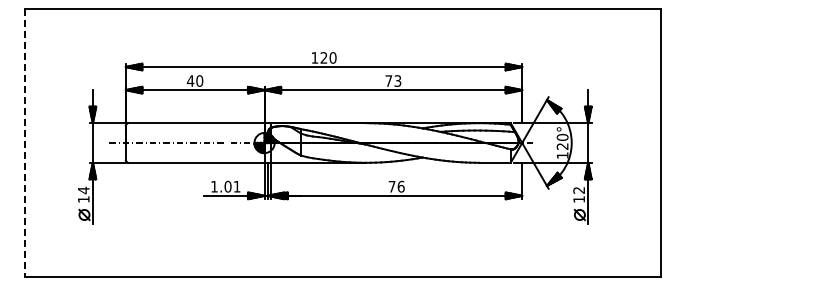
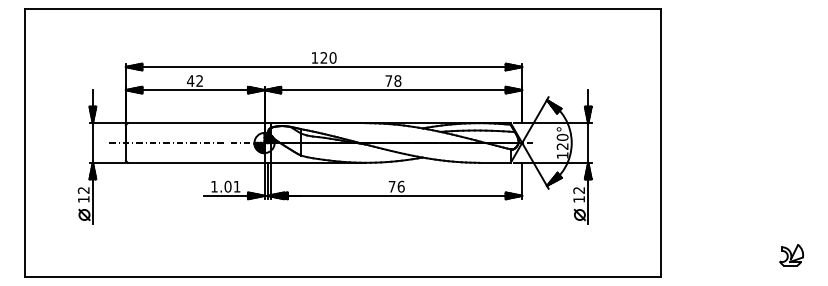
text at (199, 80): 40 -> 42
text at (397, 80): 73 -> 78
line at (24, 143): dashed -> solid
text at (83, 190): 14 -> 12
part at (791, 255): none -> present
